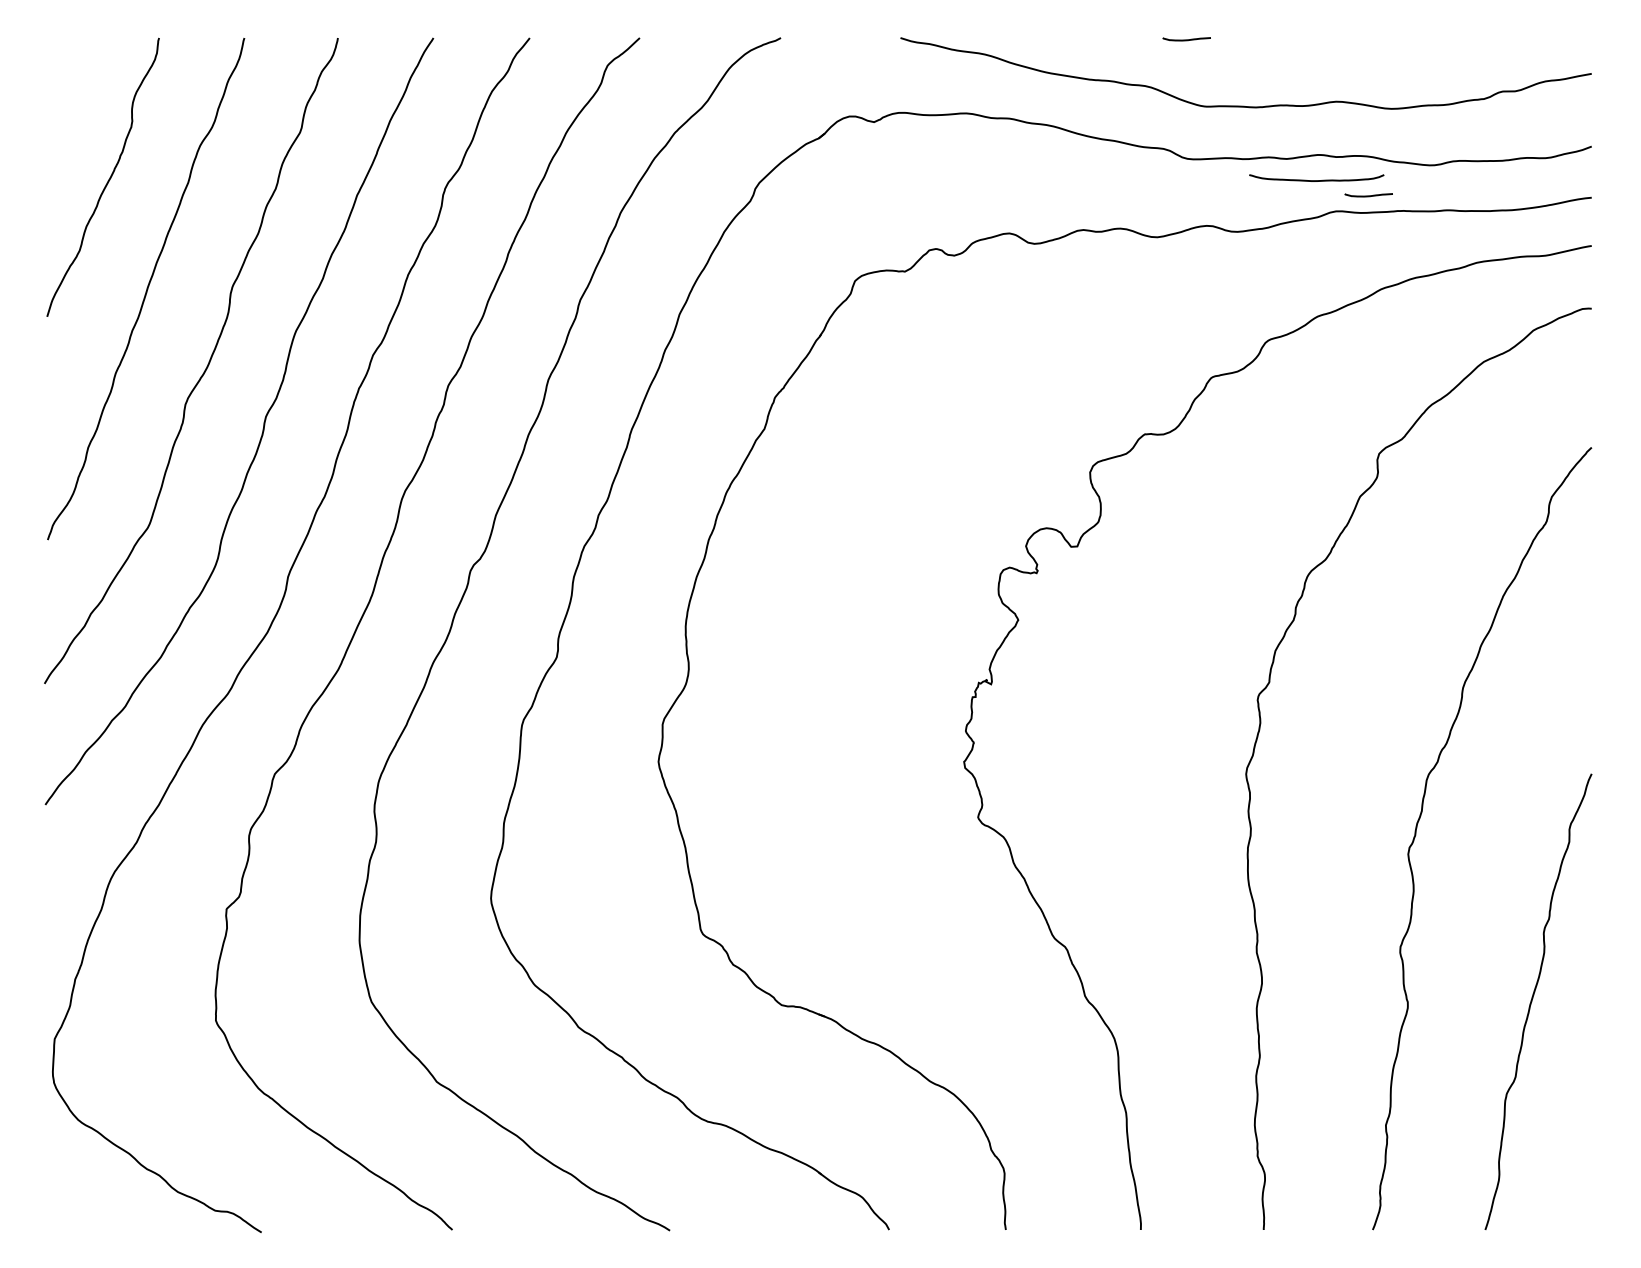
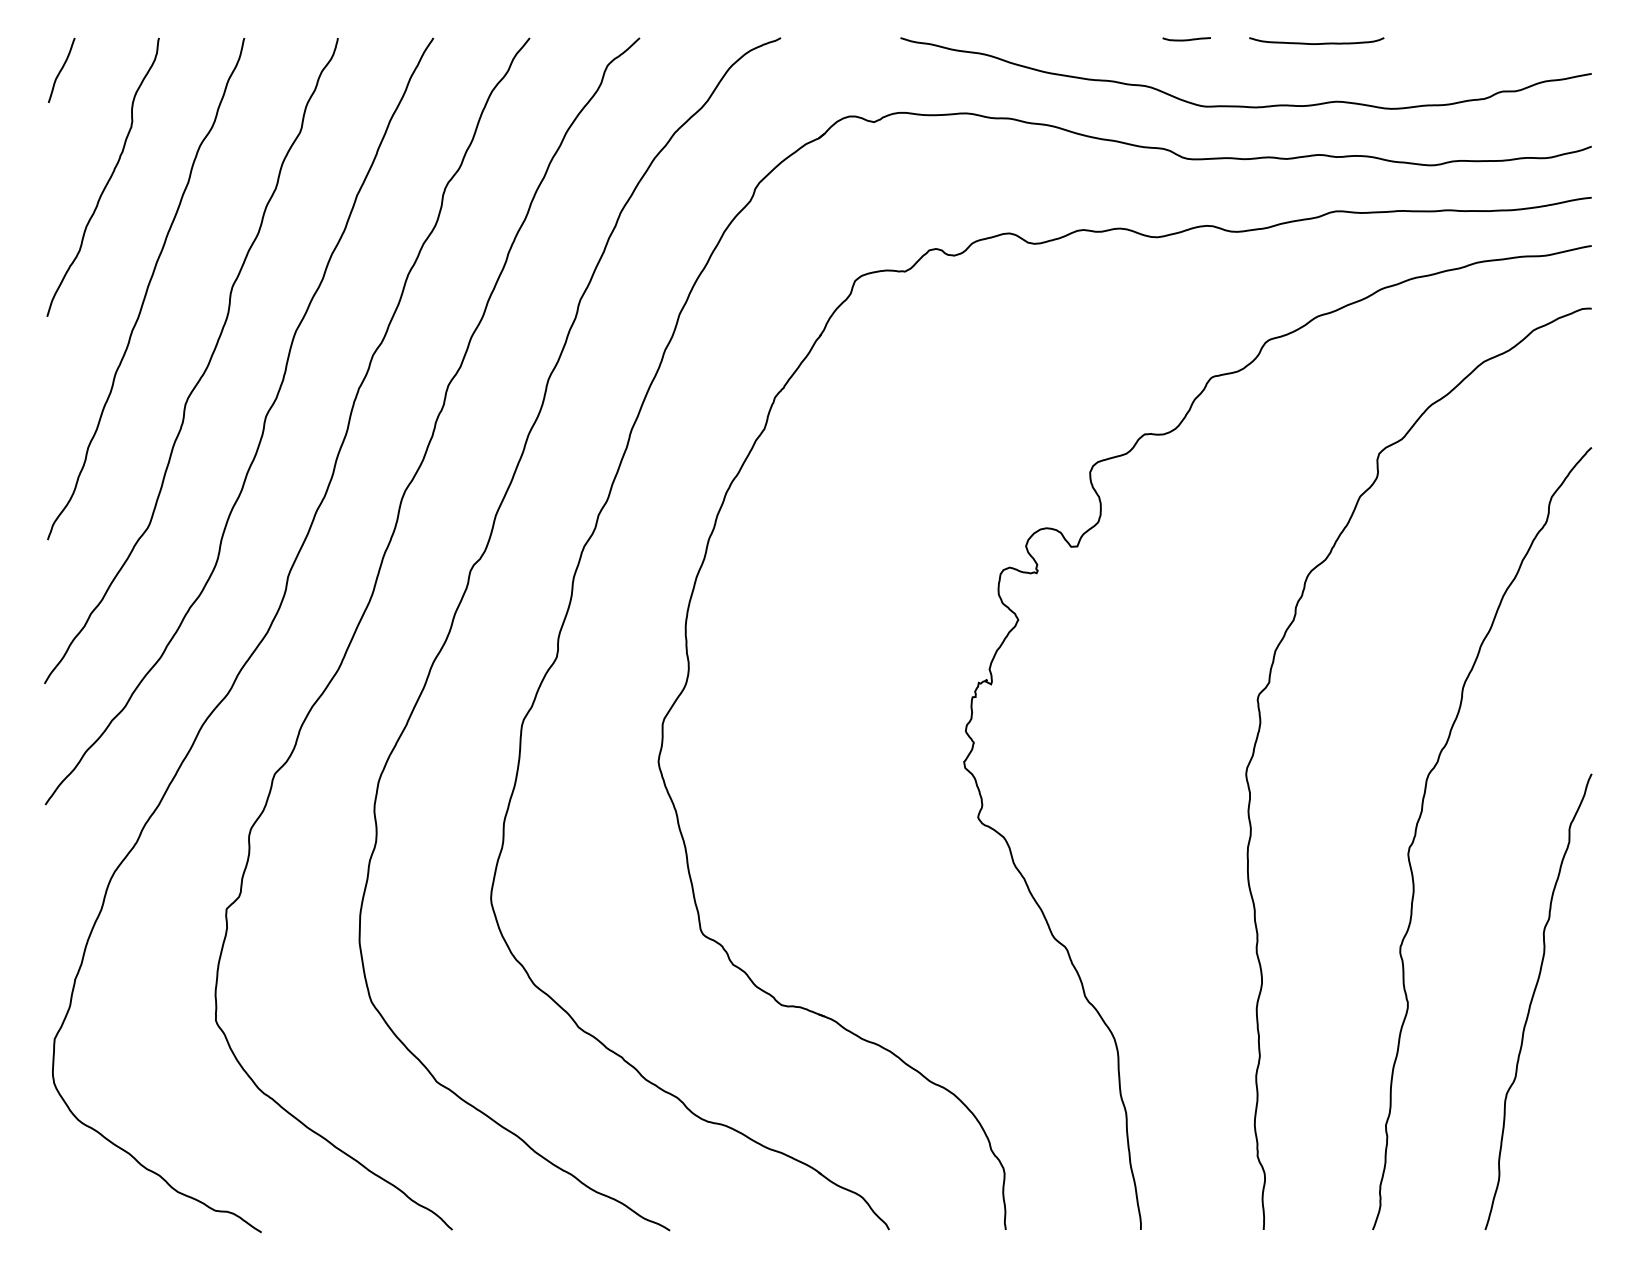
curve at (61, 69): none -> present
curve at (1316, 180) position: (1316, 180) -> (1316, 43)
curve at (1368, 195): present -> none
